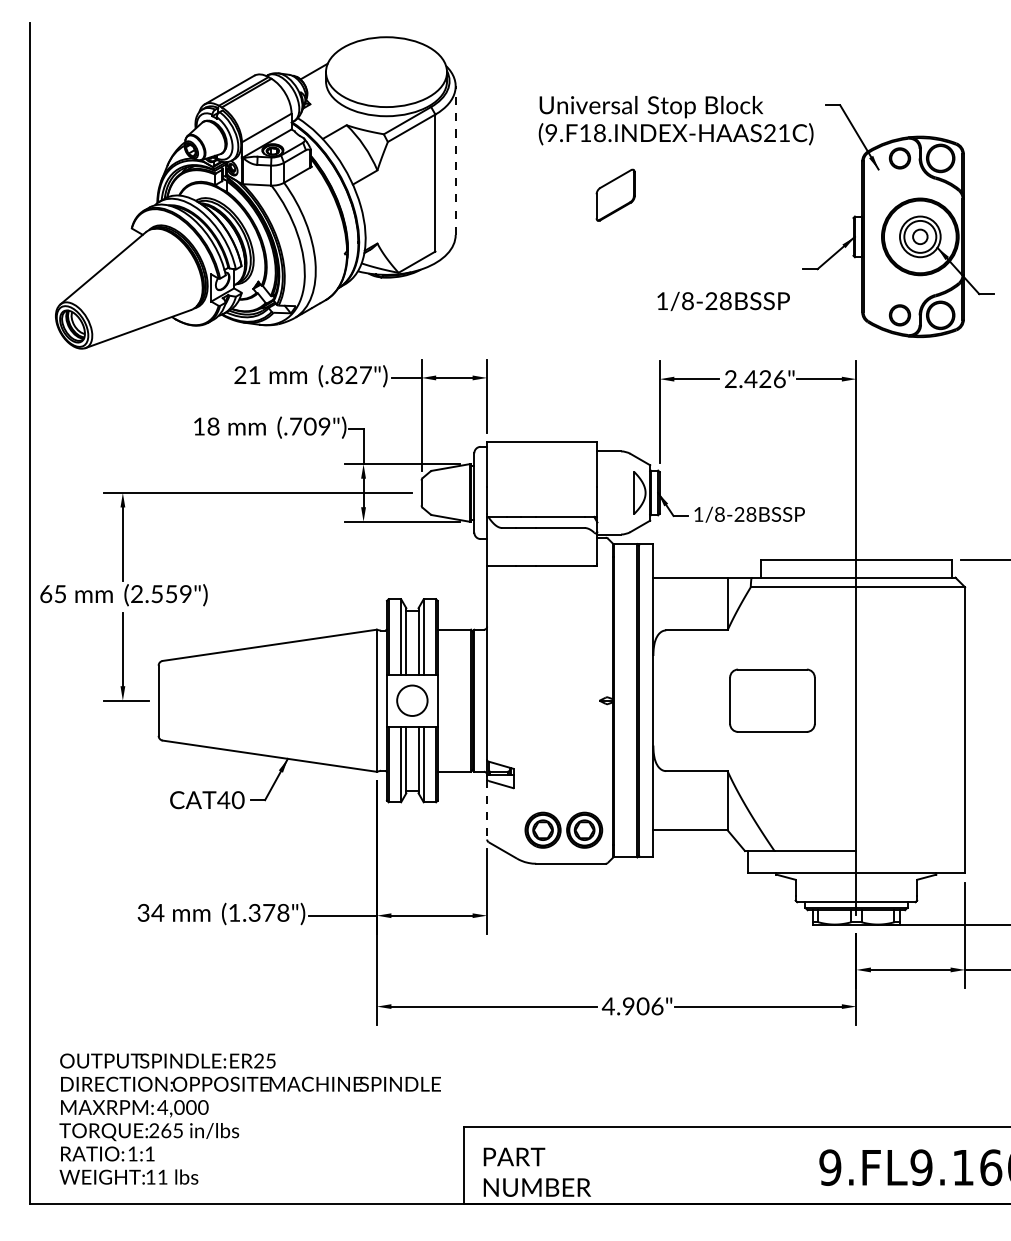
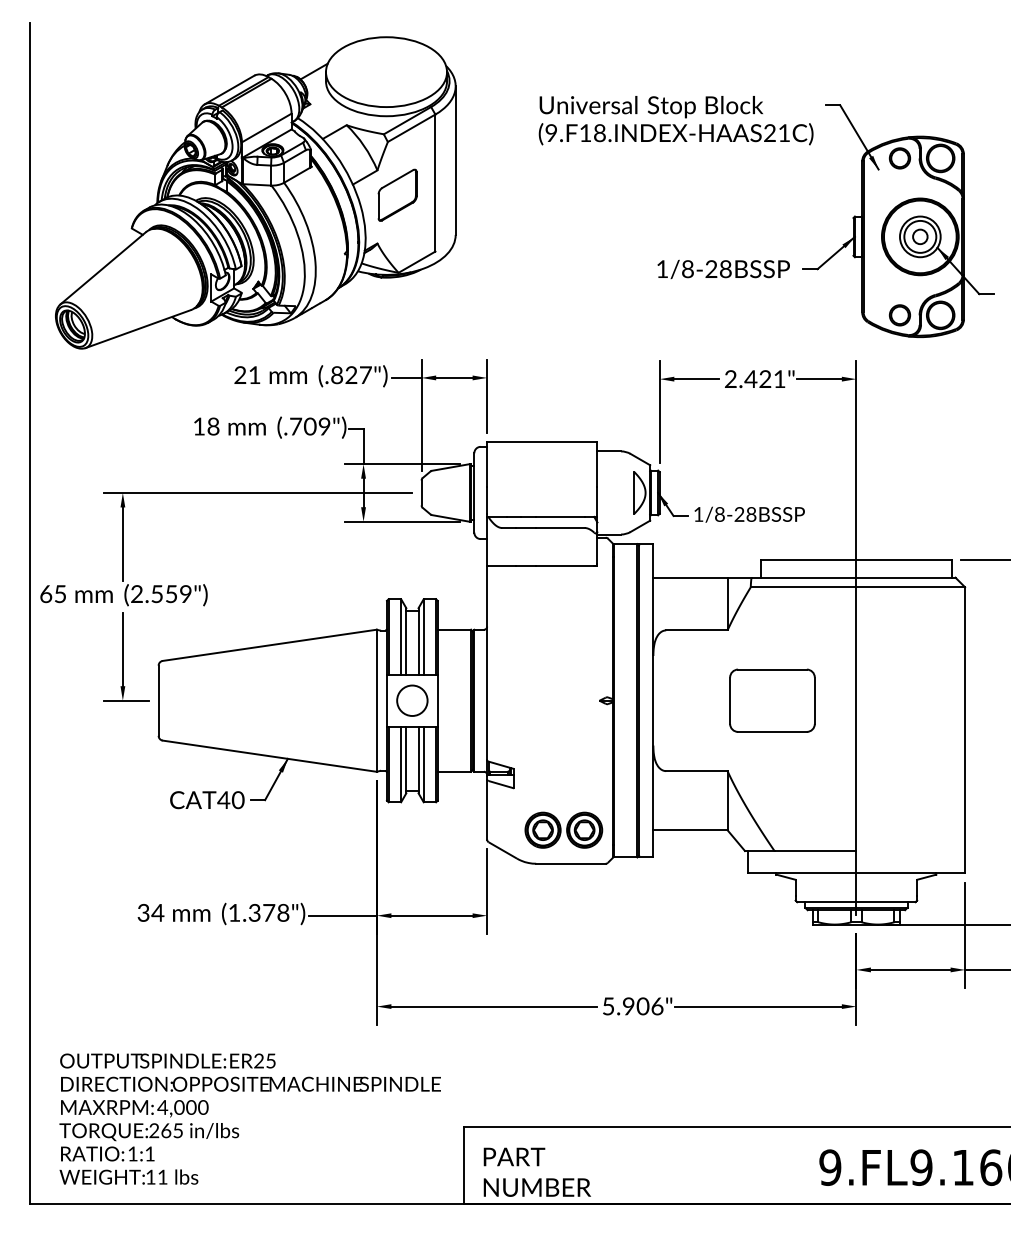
line at (455, 160): dashed -> solid
part at (615, 194) position: (615, 194) -> (397, 194)
text at (723, 301) position: (723, 301) -> (723, 269)
text at (779, 379): 2.426" -> 2.421"
line at (487, 809): dashed -> solid
text at (607, 1006): 4.906" -> 5.906"
